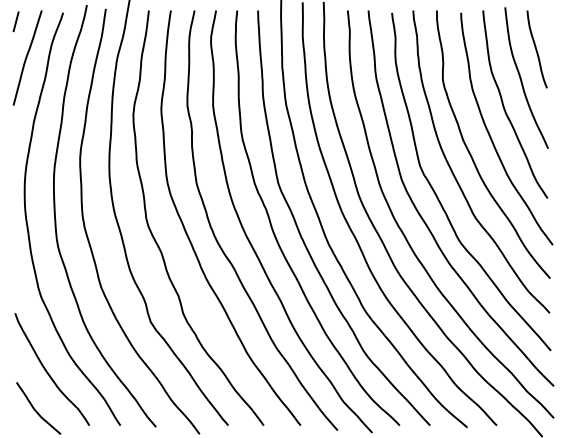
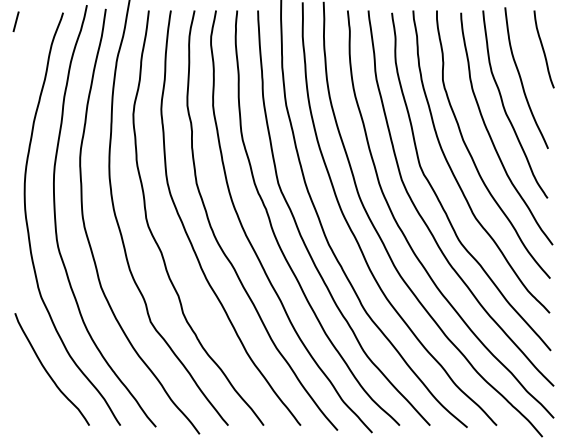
curve at (536, 49) position: (536, 49) -> (543, 49)
curve at (27, 57): present -> none
curve at (36, 410): present -> none
